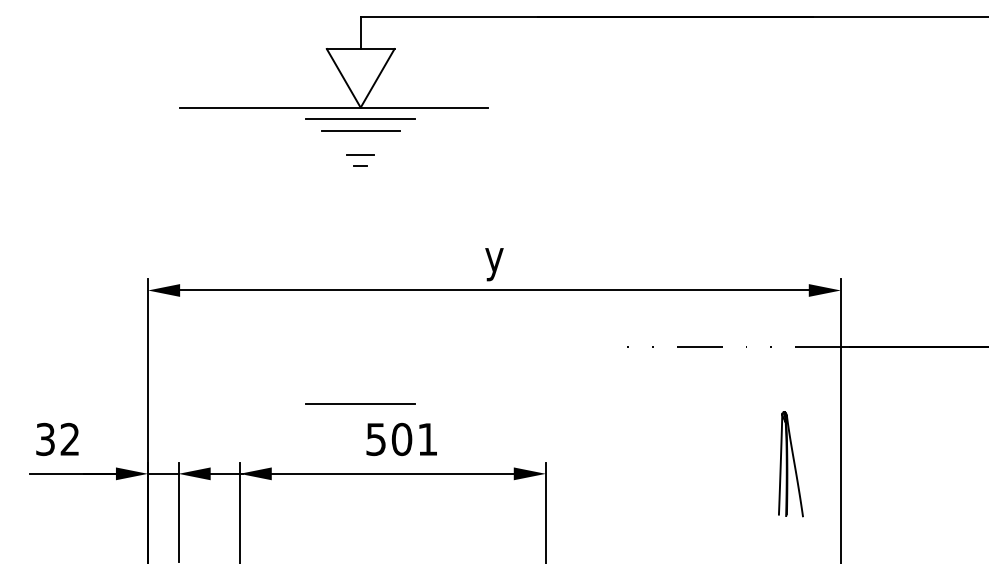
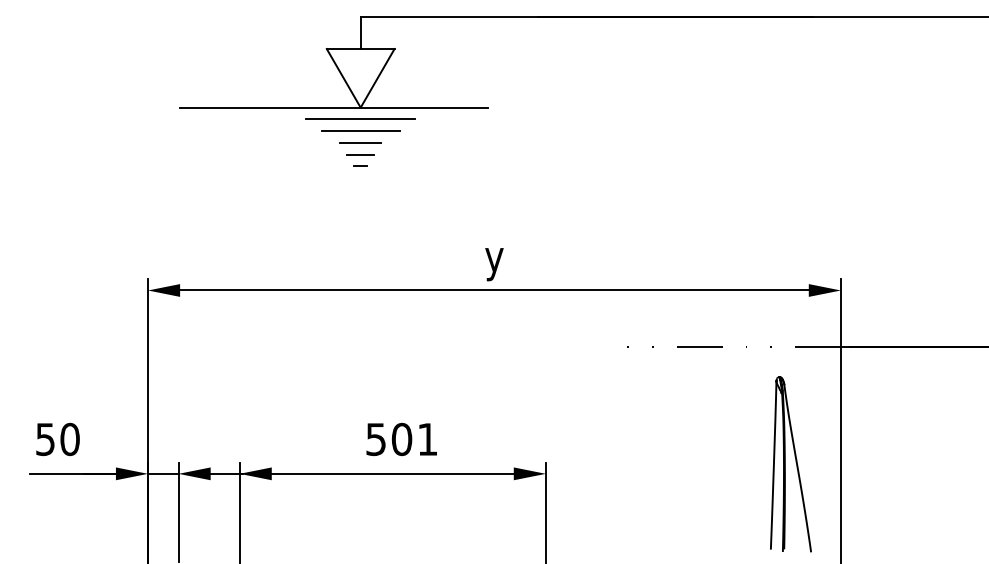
line at (360, 142): none -> present
line at (360, 403): present -> none
text at (57, 439): 32 -> 50
part at (790, 464) size: 26x107 px -> 42x177 px
